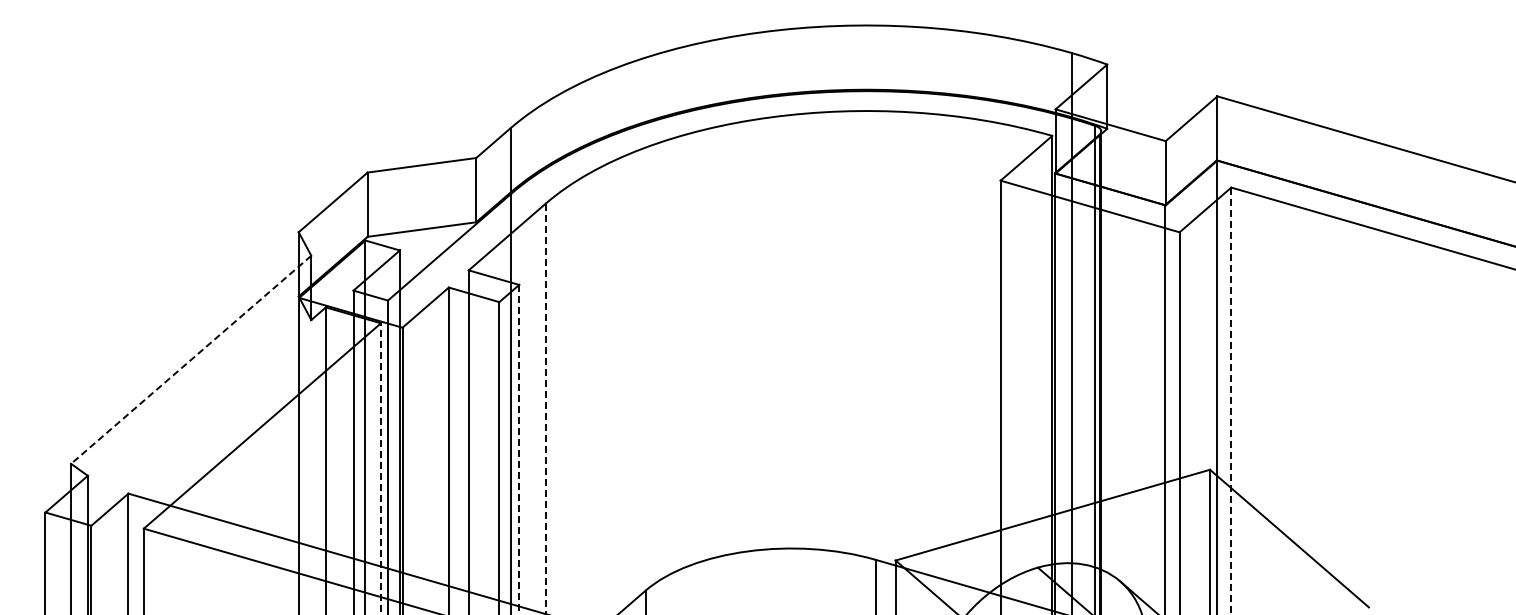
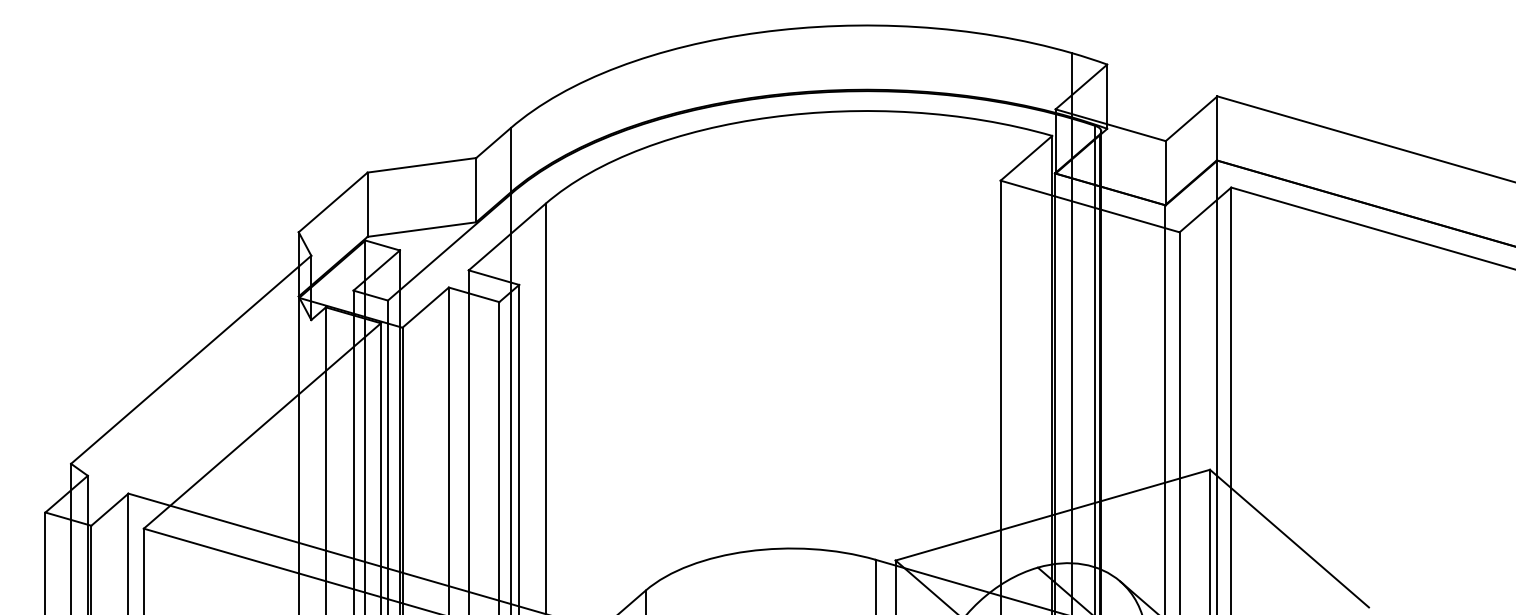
line at (191, 359): dashed -> solid
line at (1231, 401): dashed -> solid
line at (545, 409): dashed -> solid
line at (519, 449): dashed -> solid
line at (380, 468): dashed -> solid
